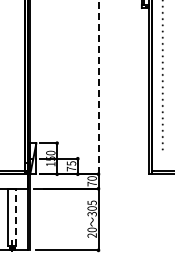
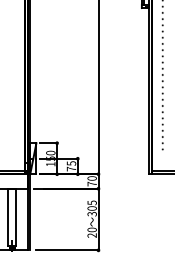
line at (98, 87): dashed -> solid
line at (16, 217): dashed -> solid
